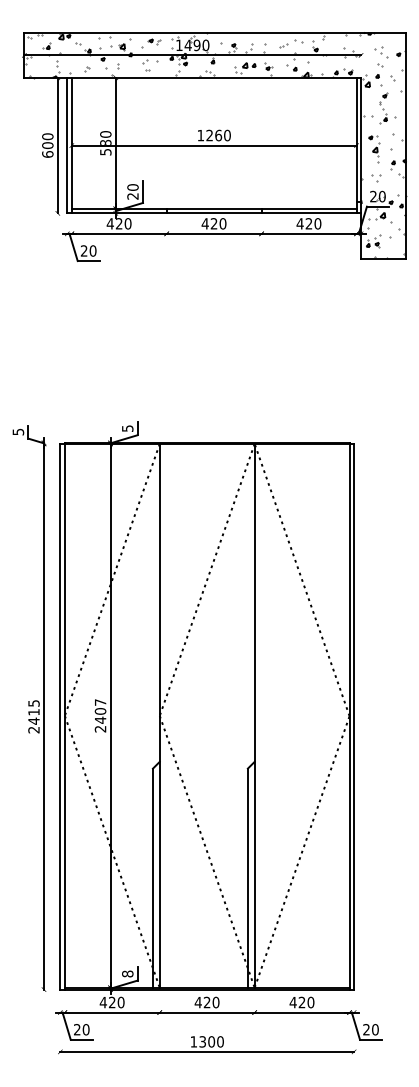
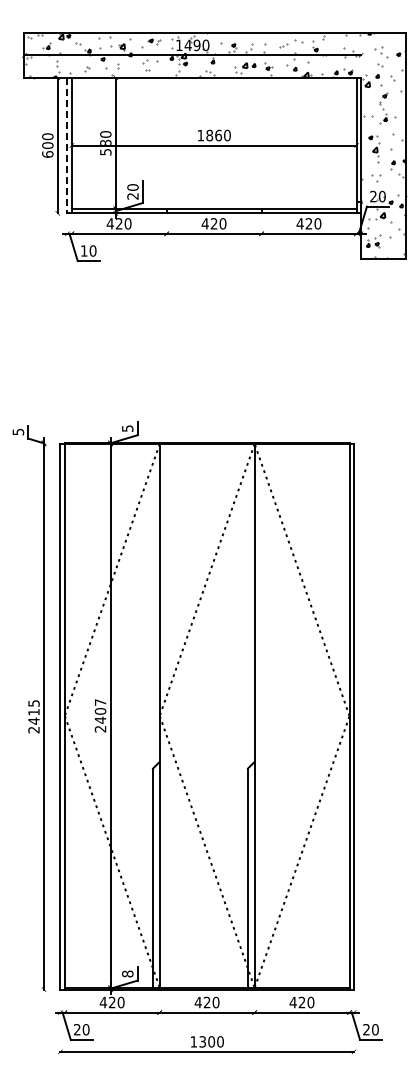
text at (209, 135): 1260 -> 1860
line at (67, 145): solid -> dashed
text at (84, 250): 20 -> 10
